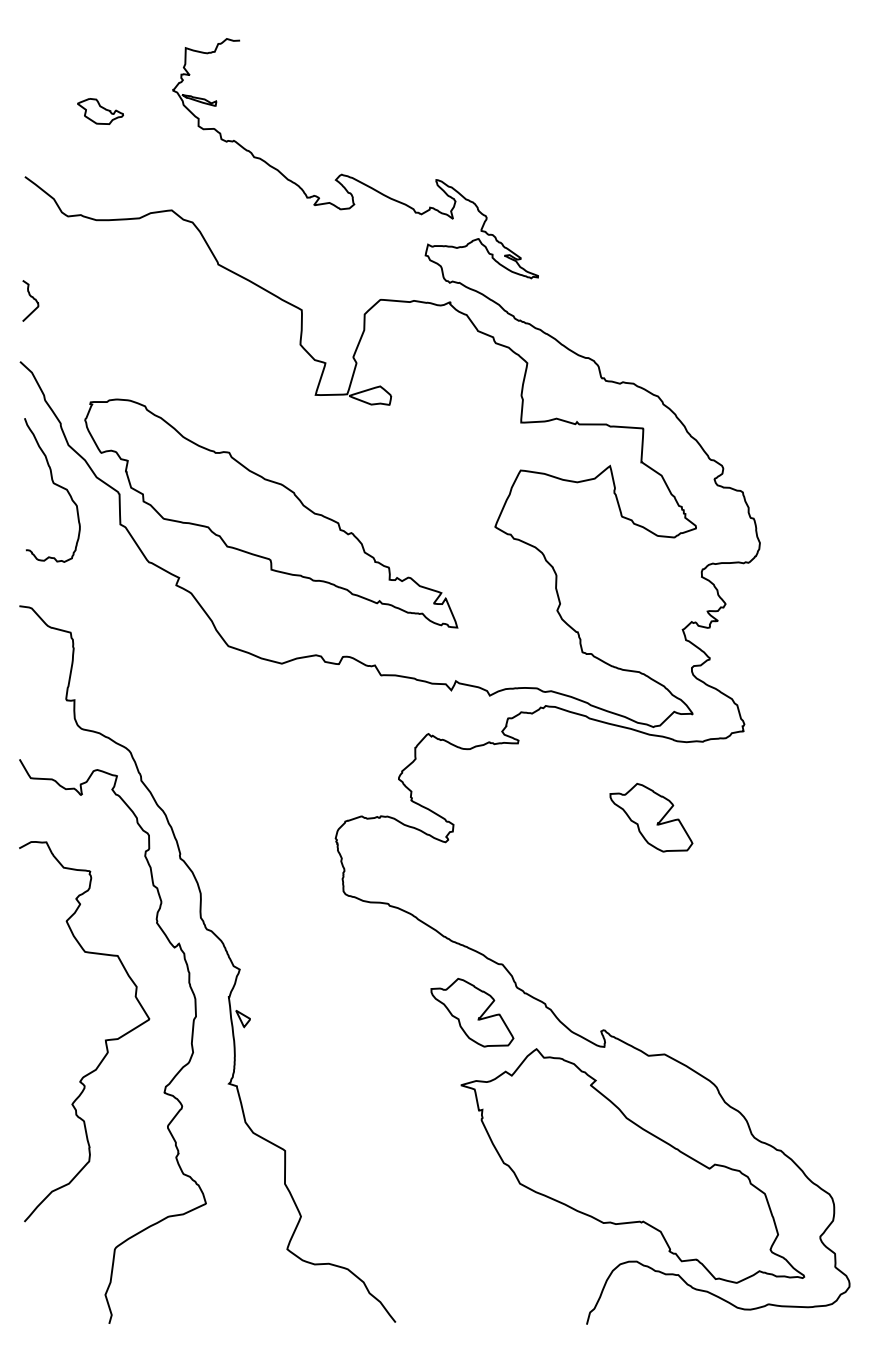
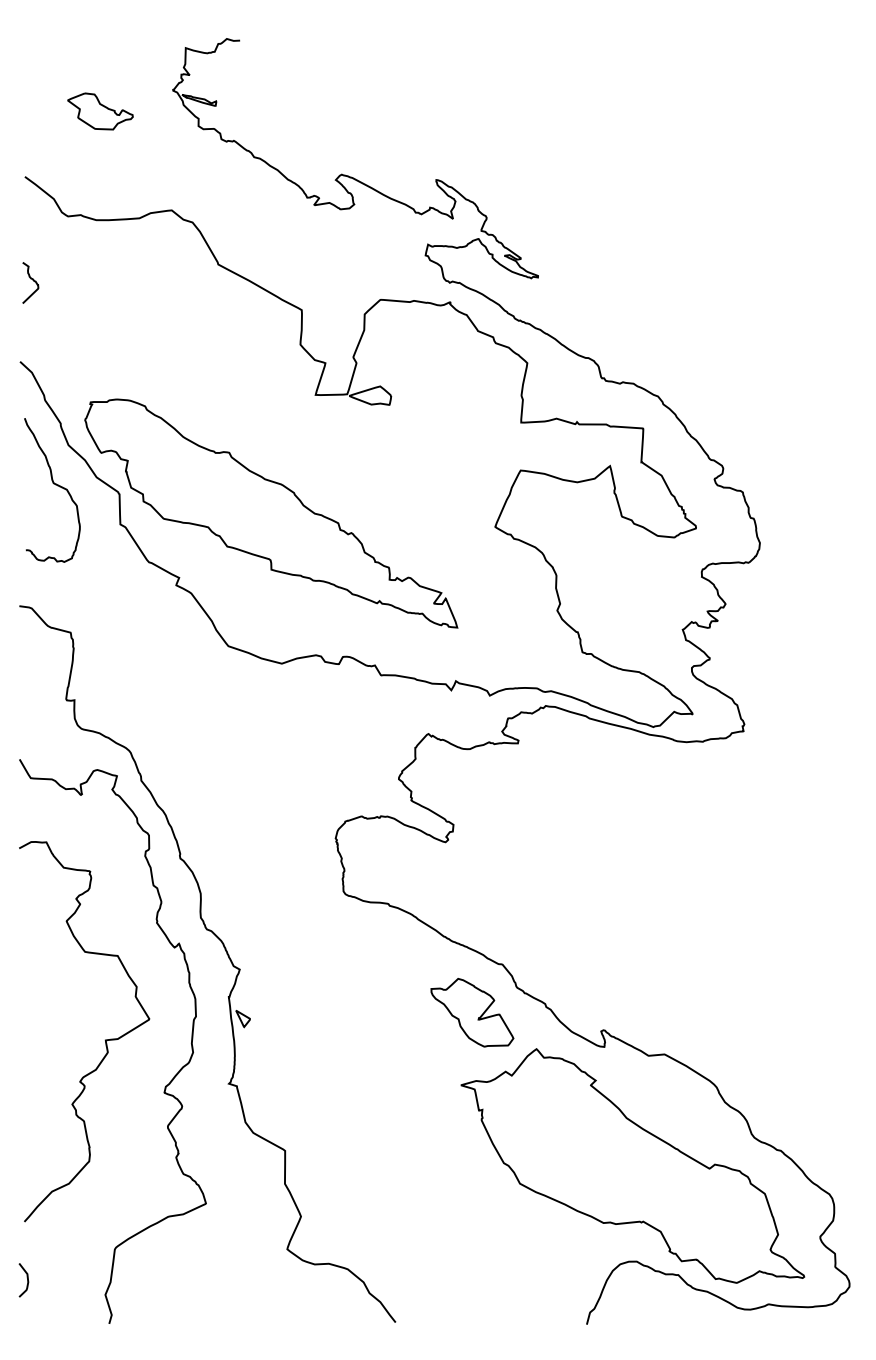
part at (100, 111) size: 48x27 px -> 67x39 px
curve at (32, 298) position: (32, 298) -> (32, 280)
part at (651, 817): present -> none
curve at (27, 1280): none -> present
